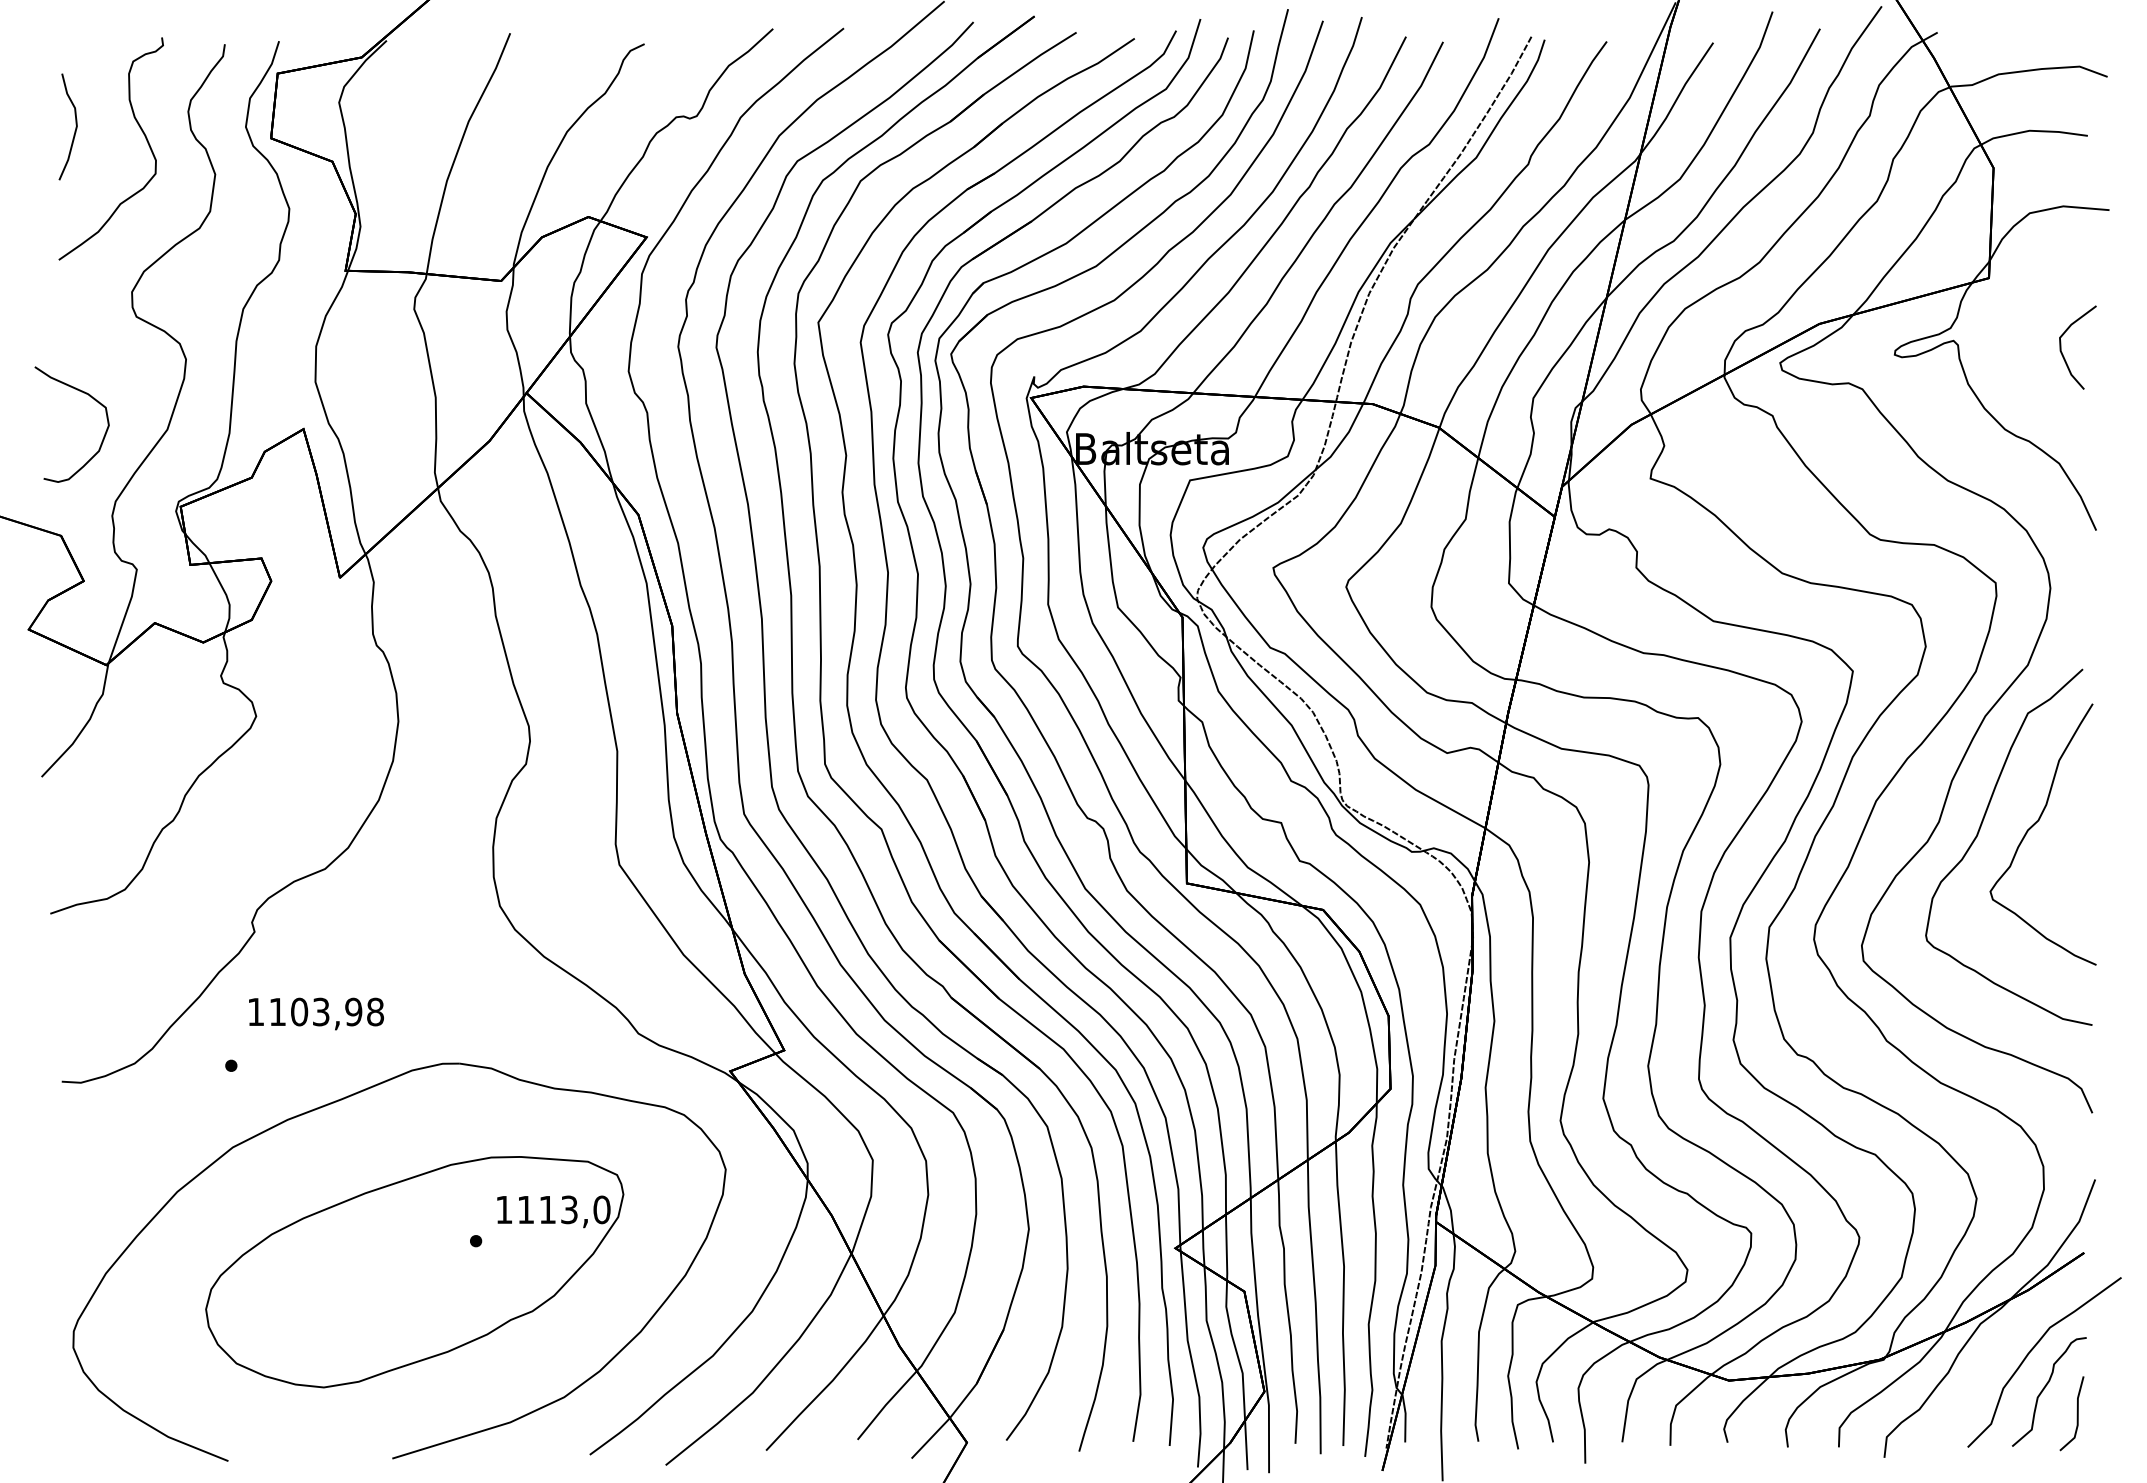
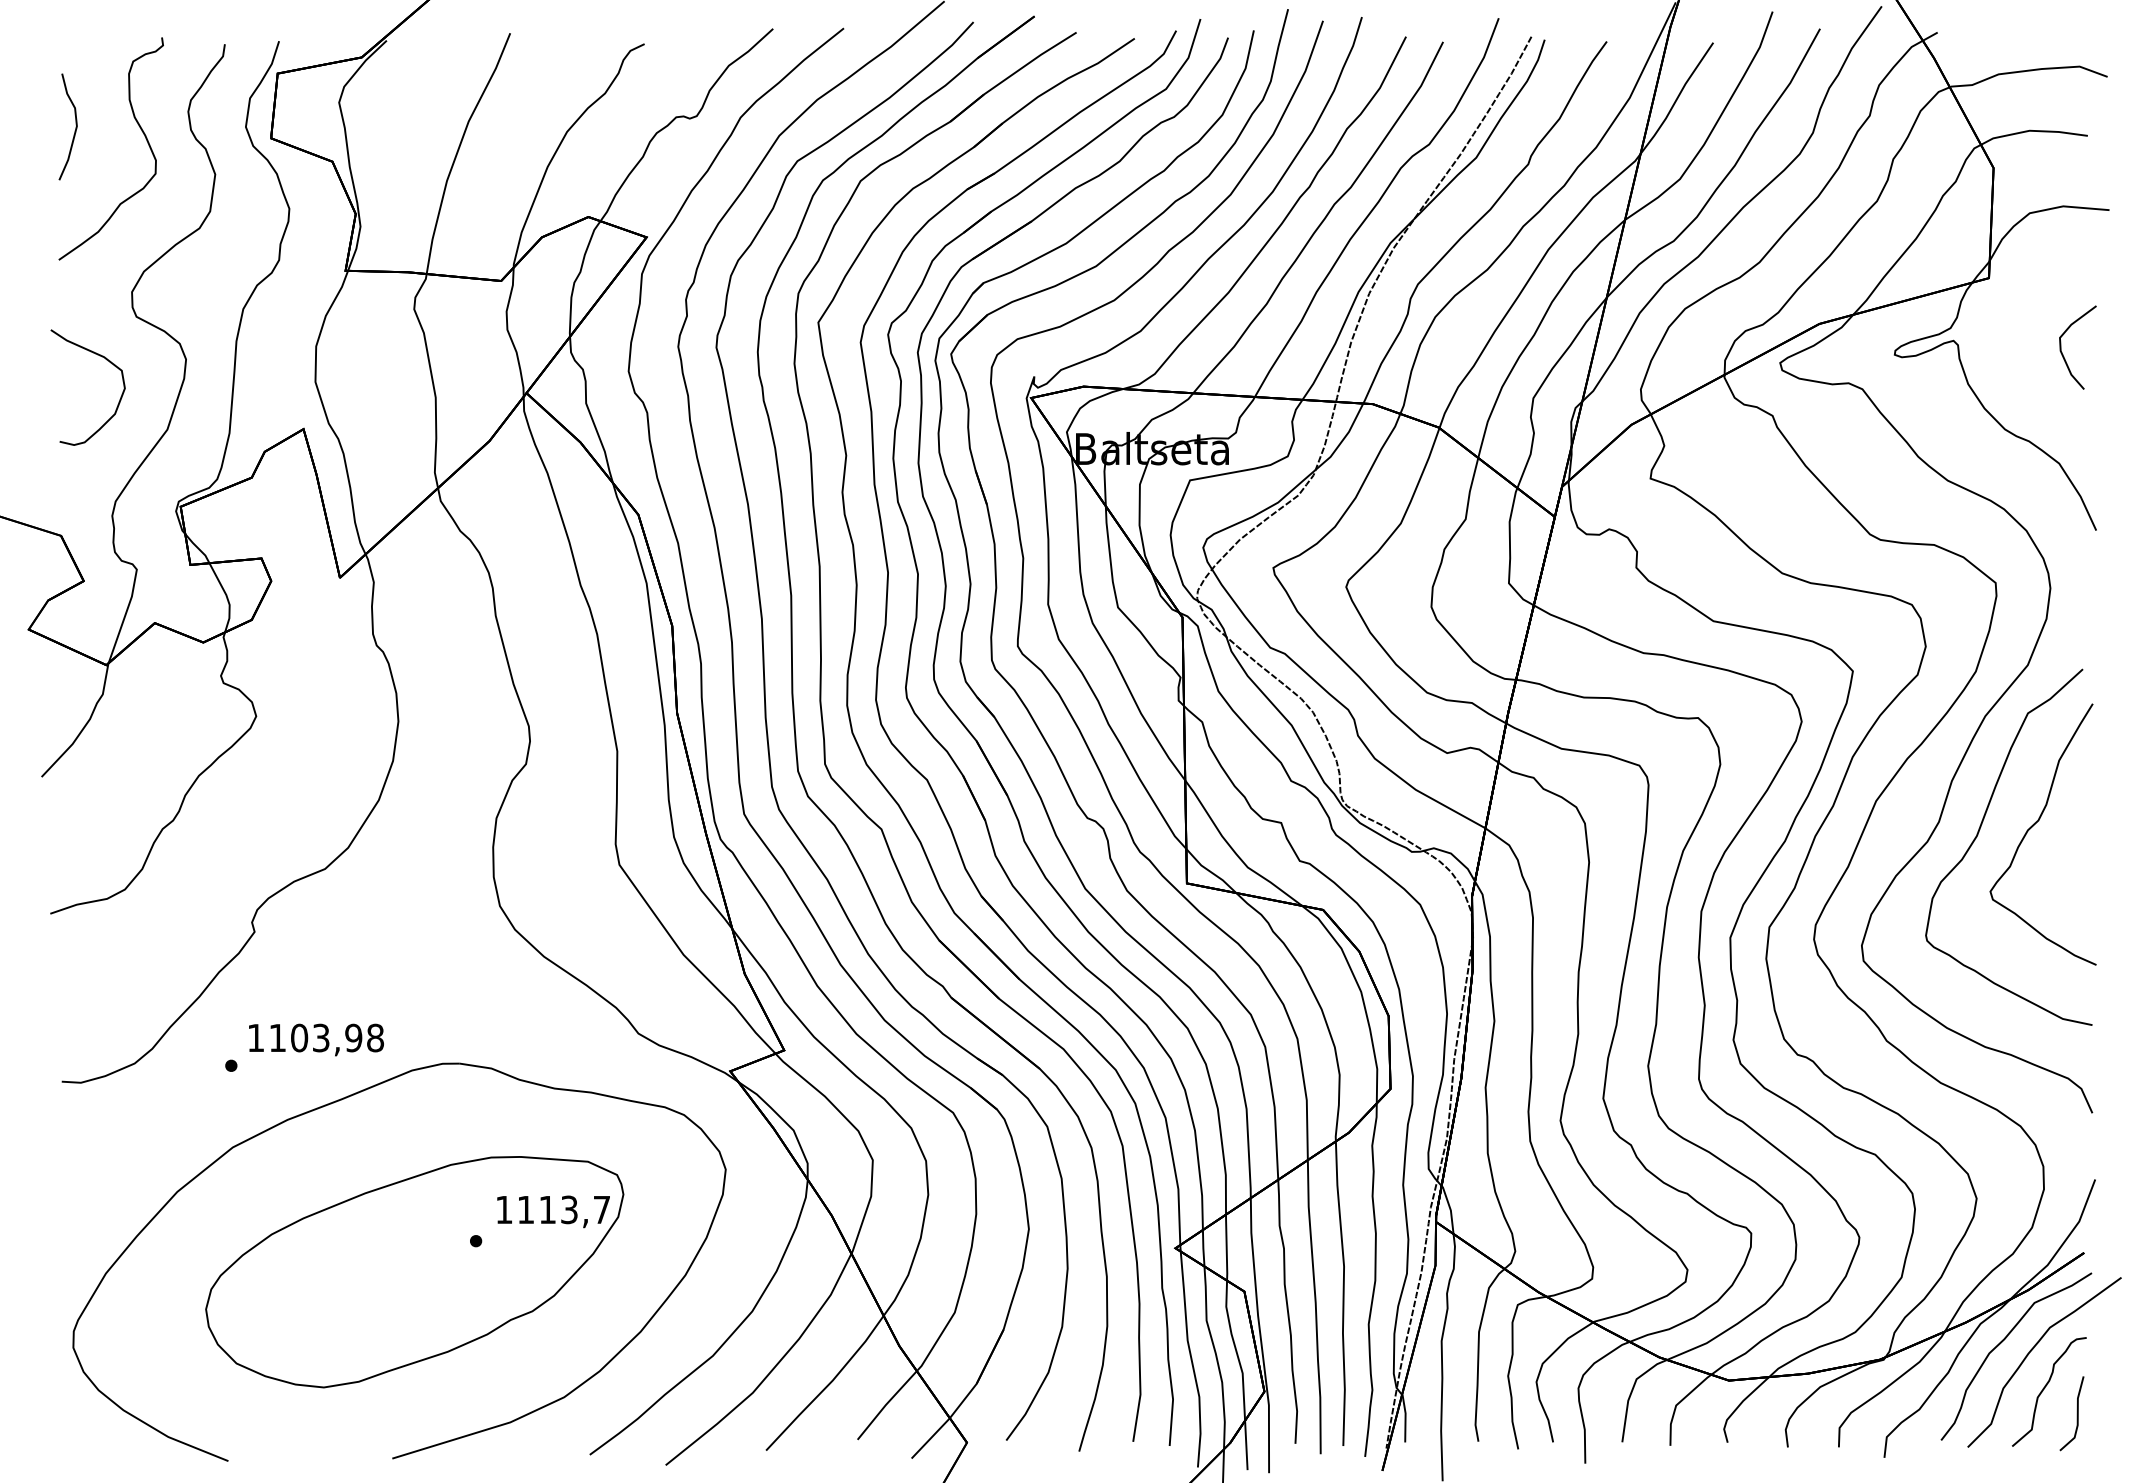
curve at (90, 397) position: (90, 397) -> (106, 360)
text at (316, 1013) position: (316, 1013) -> (316, 1039)
text at (601, 1209): 1113,0 -> 1113,7
curve at (2002, 1342): none -> present
